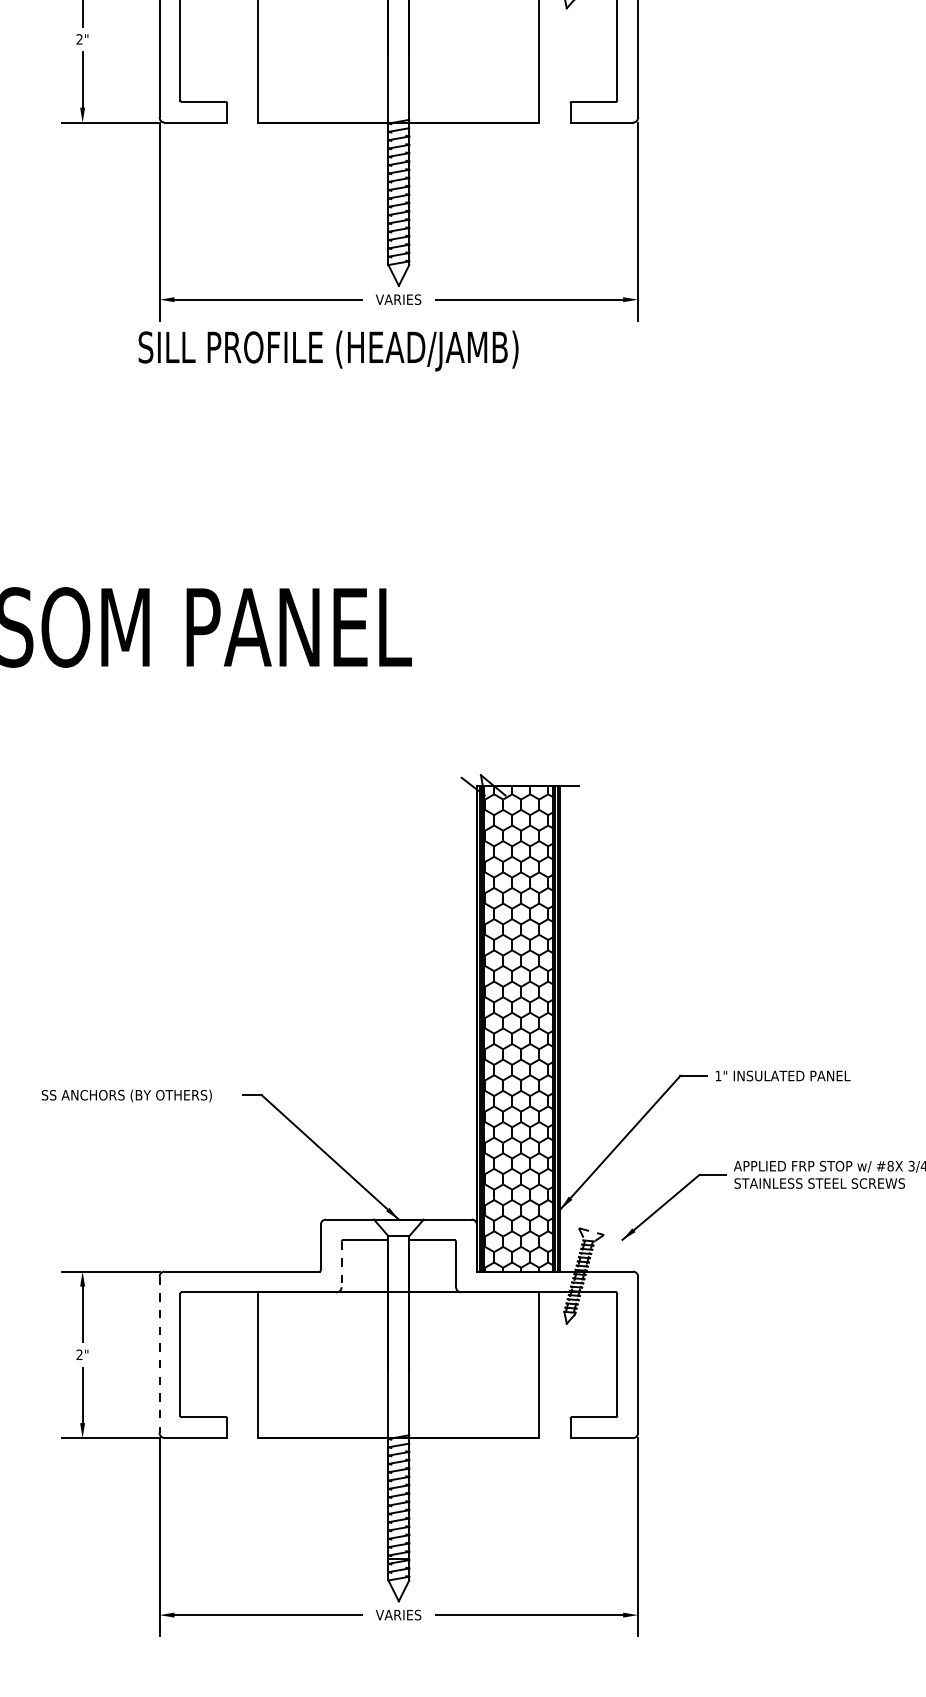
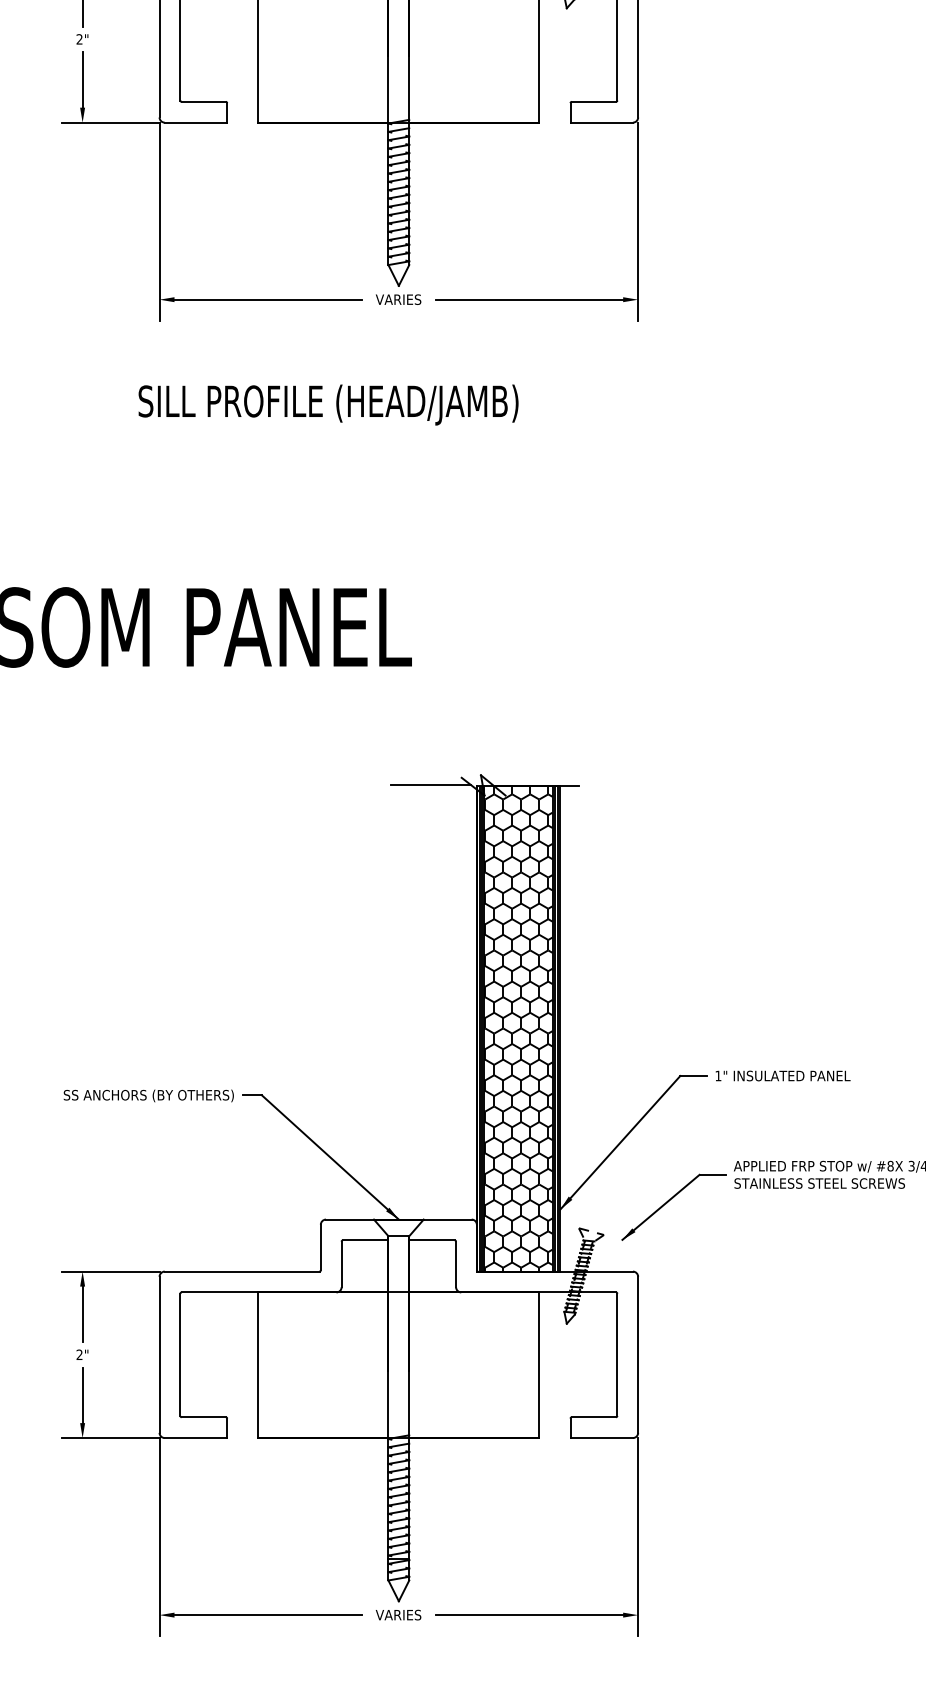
text at (328, 350) position: (328, 350) -> (328, 404)
line at (431, 785): none -> present
text at (126, 1095) position: (126, 1095) -> (148, 1095)
line at (341, 1264): dashed -> solid
line at (159, 1355): dashed -> solid
